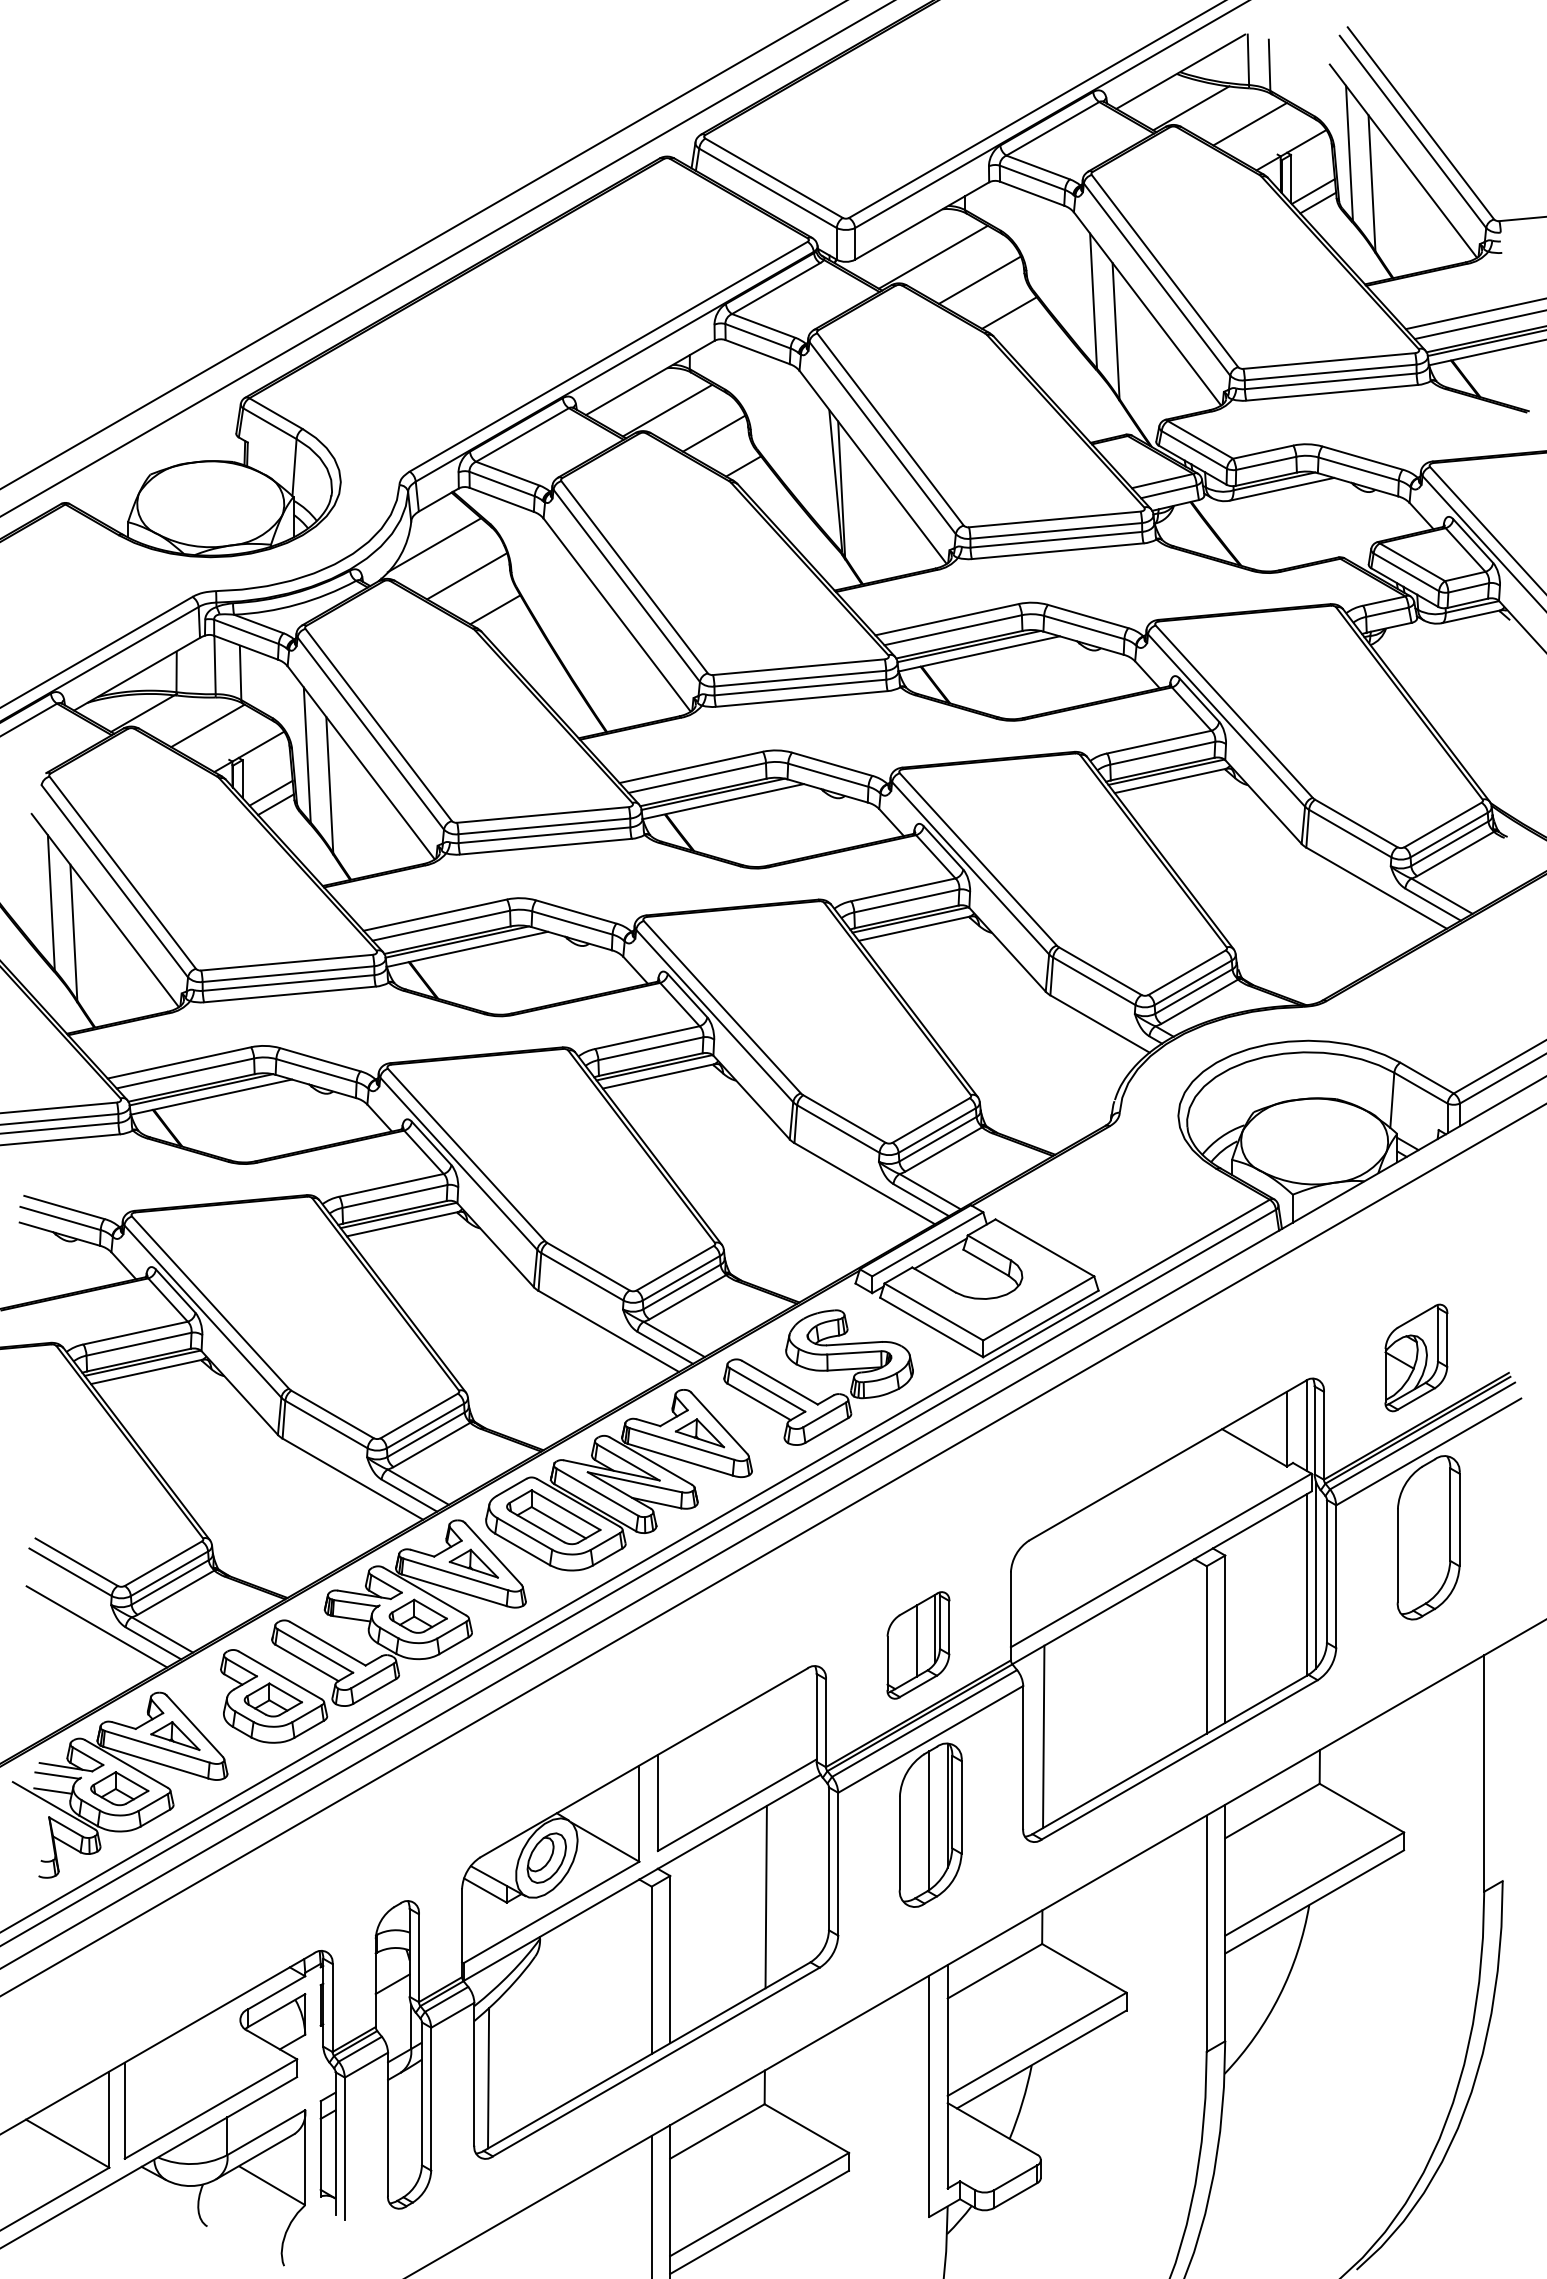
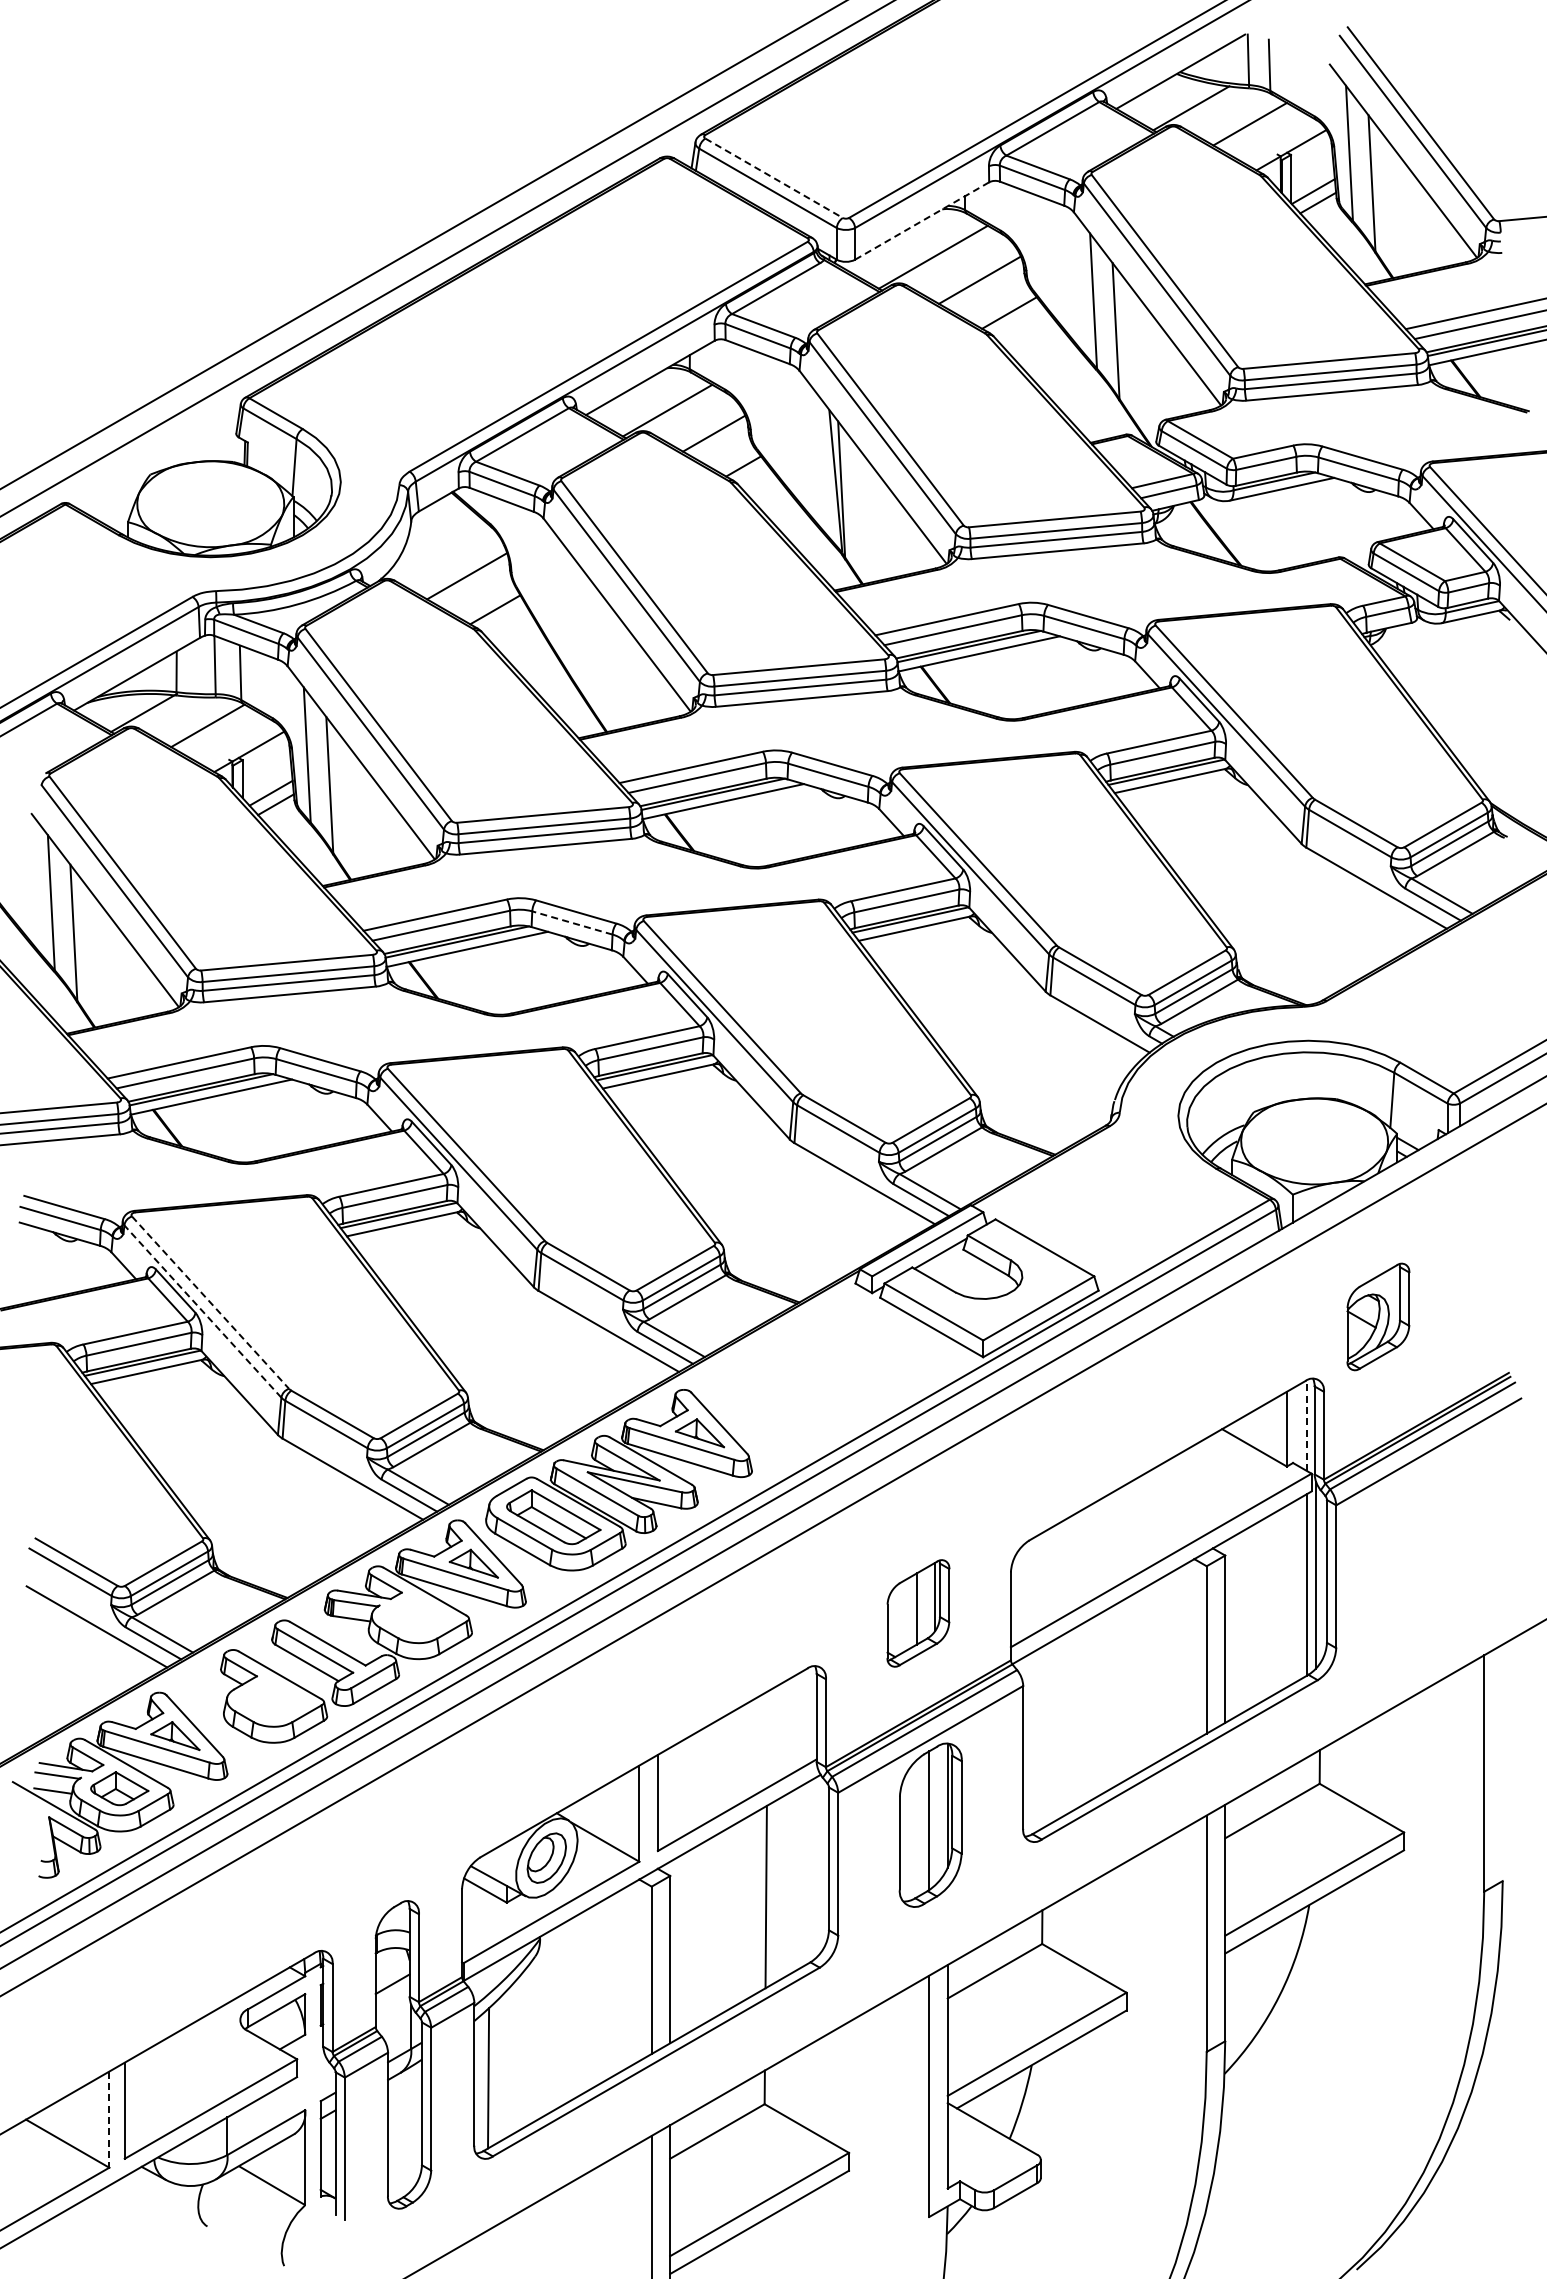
line at (774, 178): solid -> dashed
line at (922, 220): solid -> dashed
line at (434, 545): present -> none
line at (572, 923): solid -> dashed
line at (210, 1302): solid -> dashed
line at (202, 1311): solid -> dashed
part at (1416, 1357) position: (1416, 1357) -> (1378, 1316)
part at (818, 1377): present -> none
line at (1306, 1425): solid -> dashed
part at (1428, 1537): present -> none
part at (417, 1615): present -> none
part at (918, 1645) position: (918, 1645) -> (918, 1613)
part at (272, 1699): present -> none
line at (1043, 1736): present -> none
line at (109, 2120): solid -> dashed
